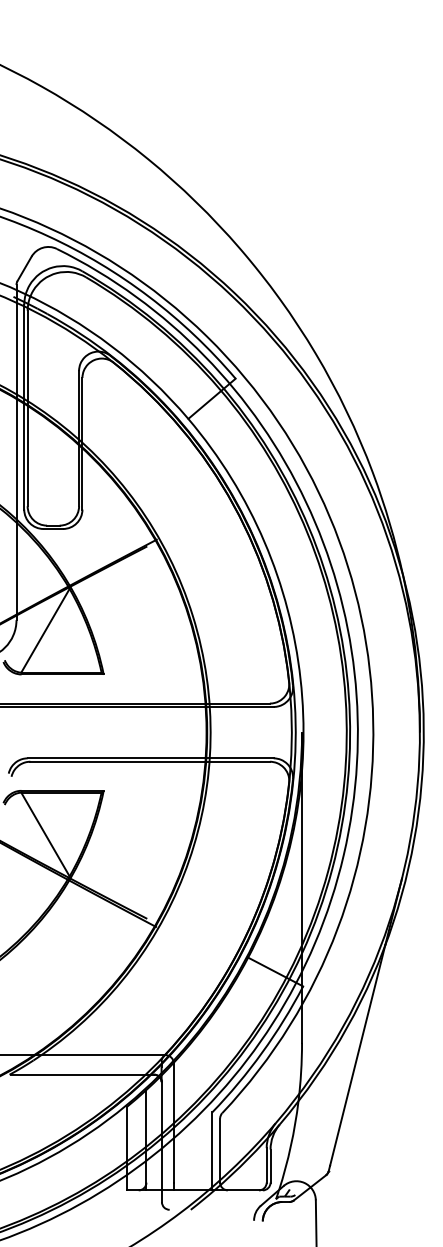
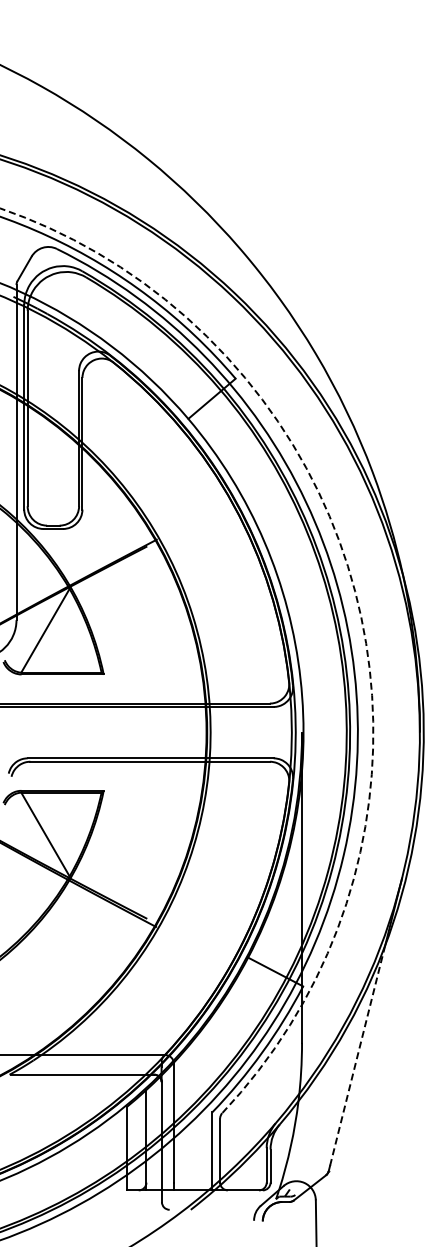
arc at (358, 603): solid -> dashed
line at (357, 1055): solid -> dashed
